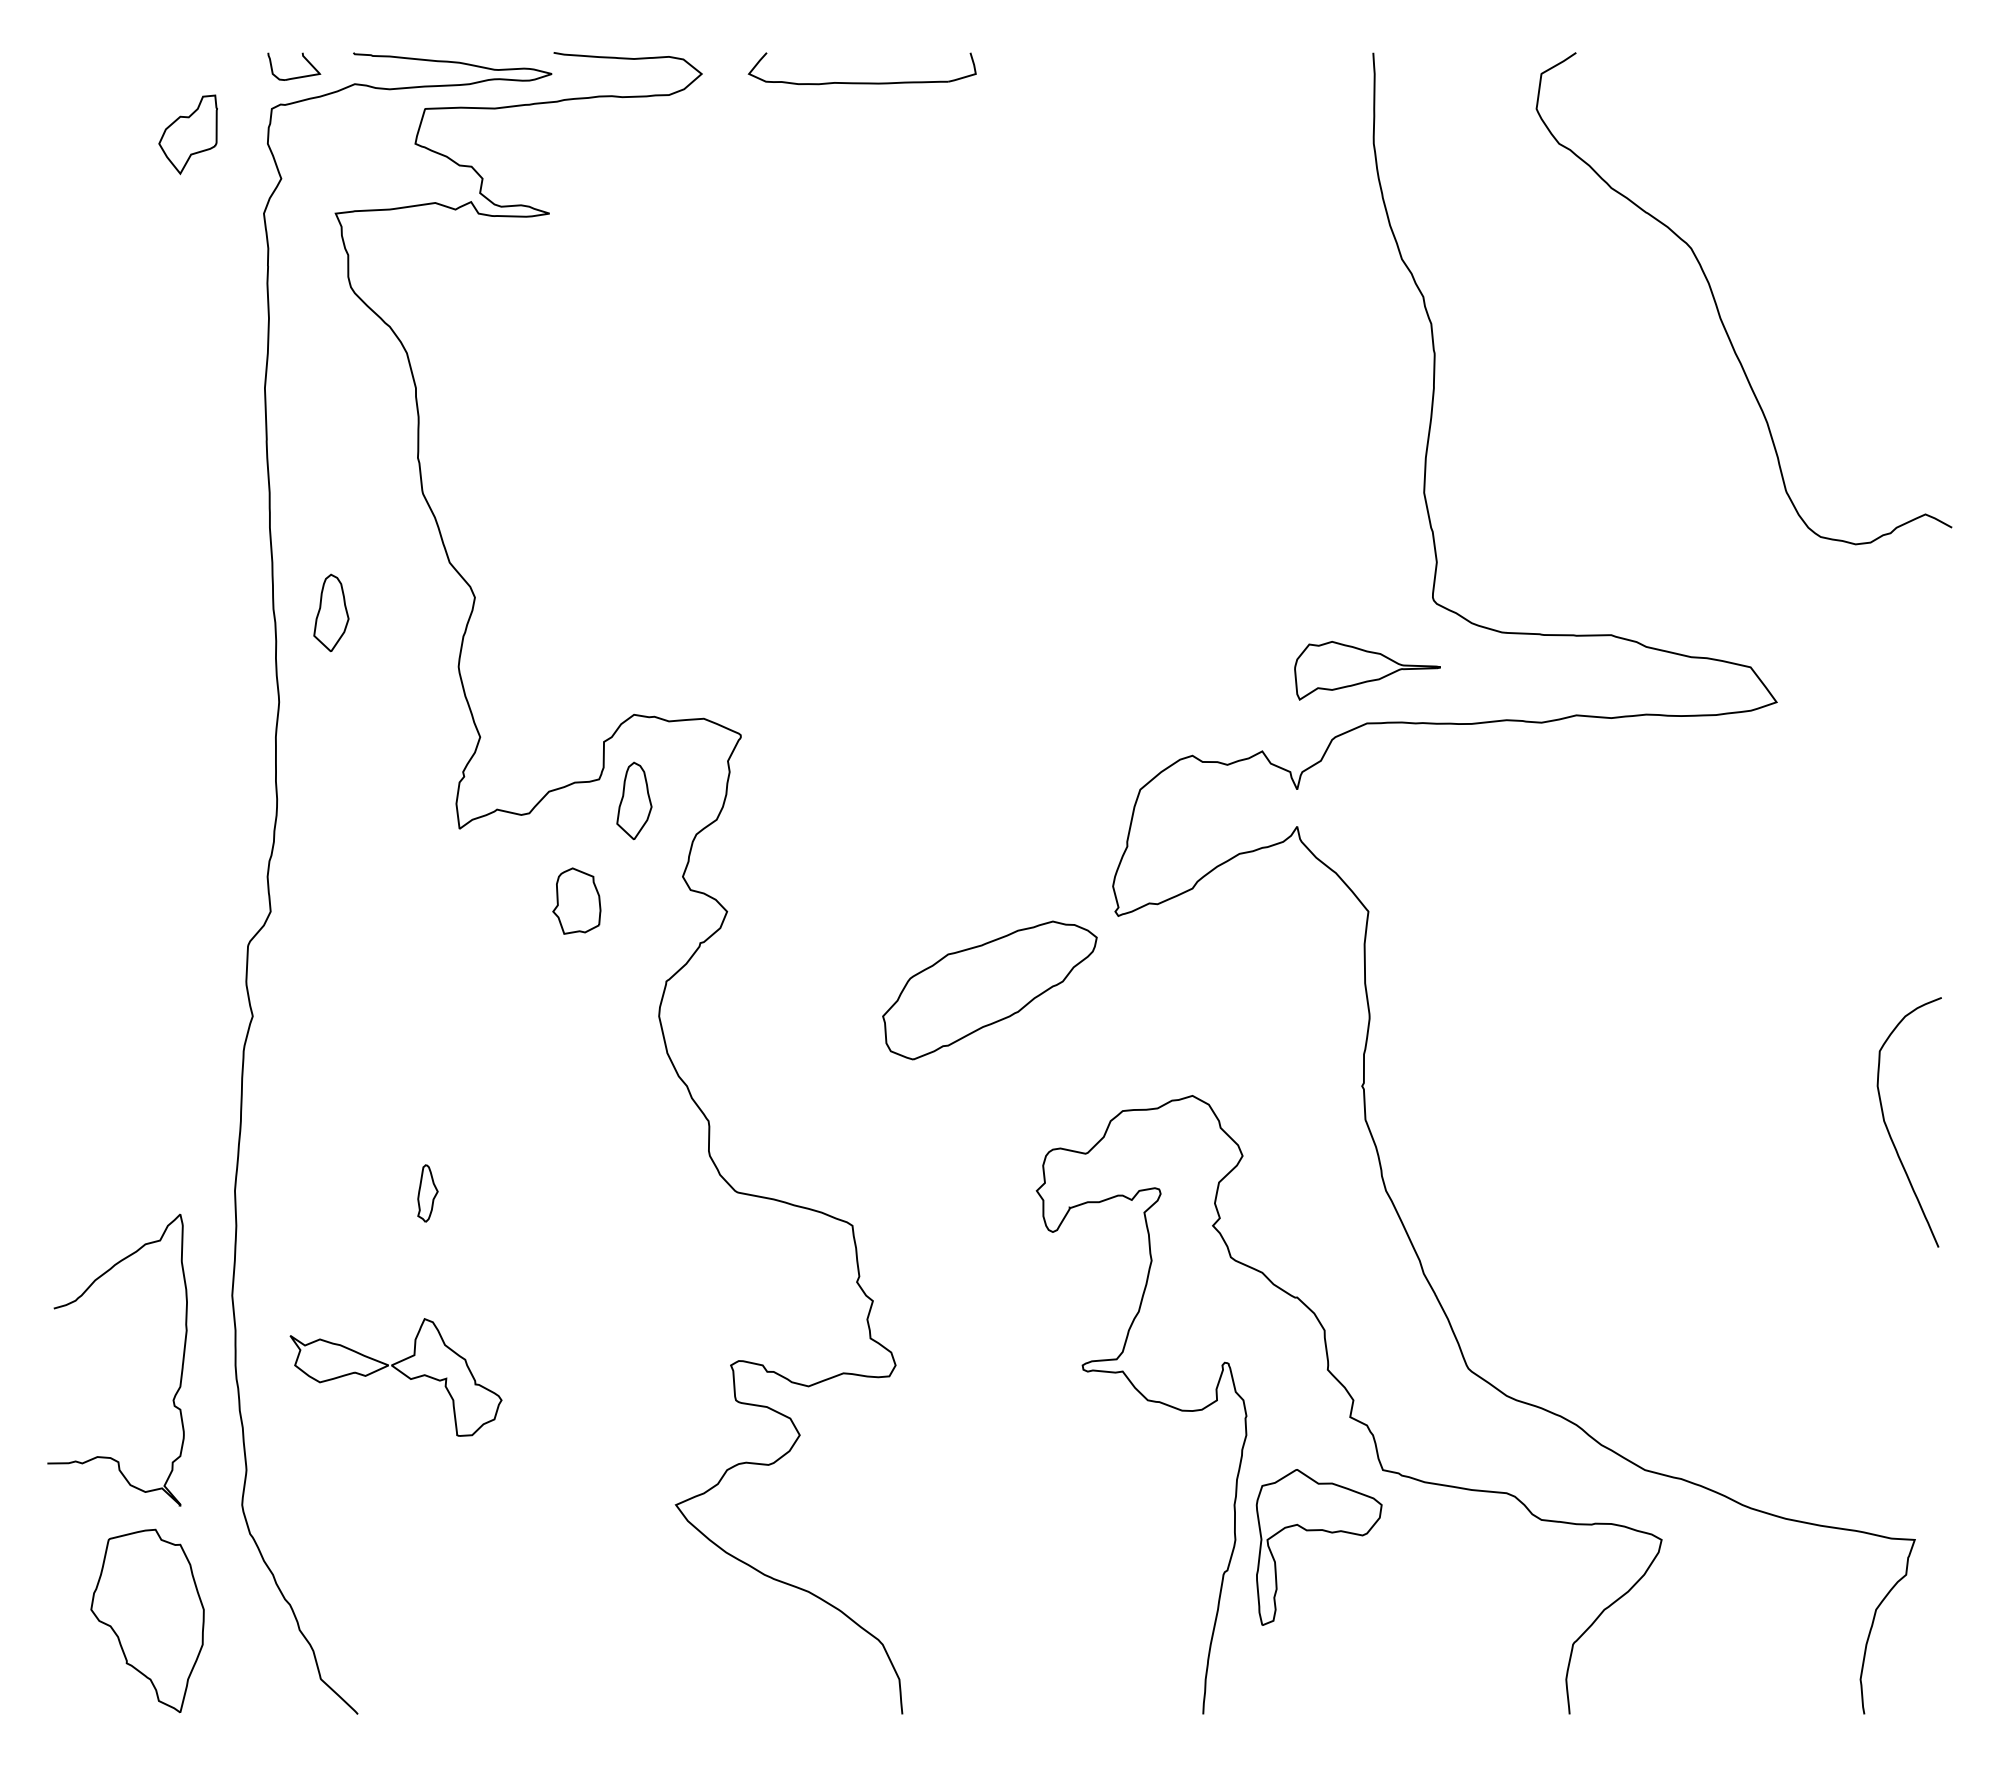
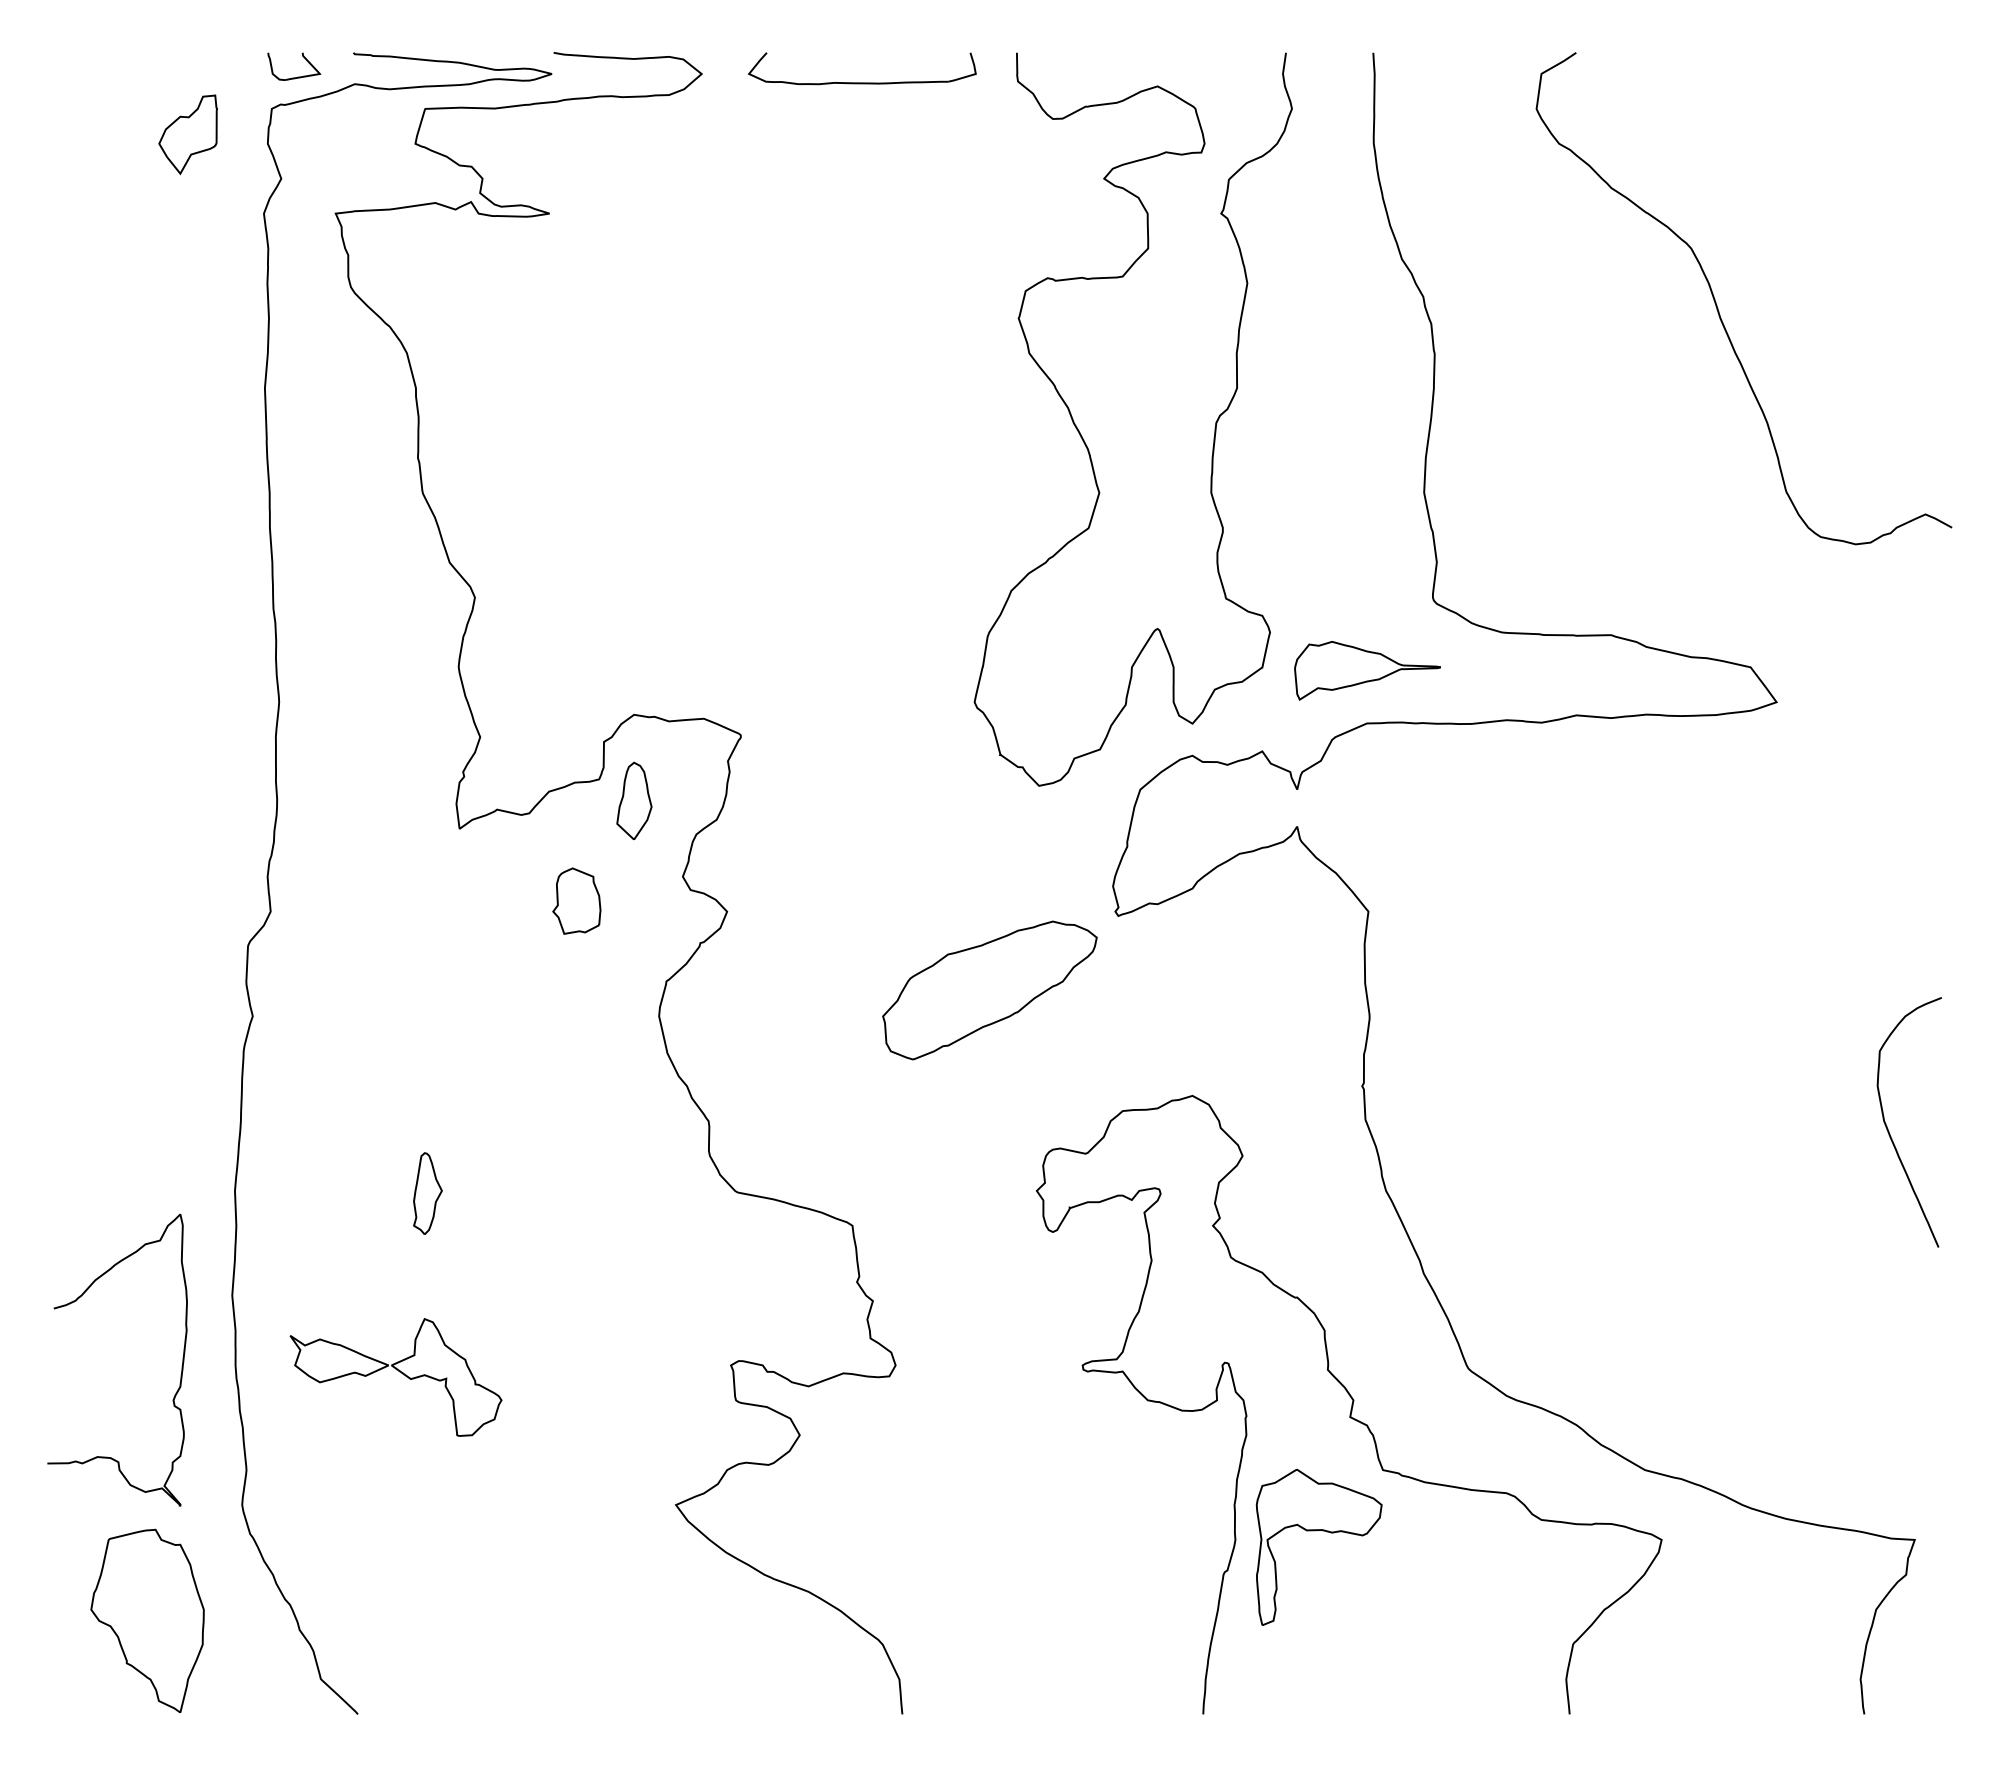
curve at (1088, 447): none -> present
part at (331, 612): present -> none
part at (427, 1193) size: 22x59 px -> 30x83 px
